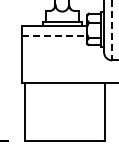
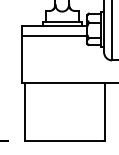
line at (112, 30): dashed -> solid
line at (54, 36): dashed -> solid
